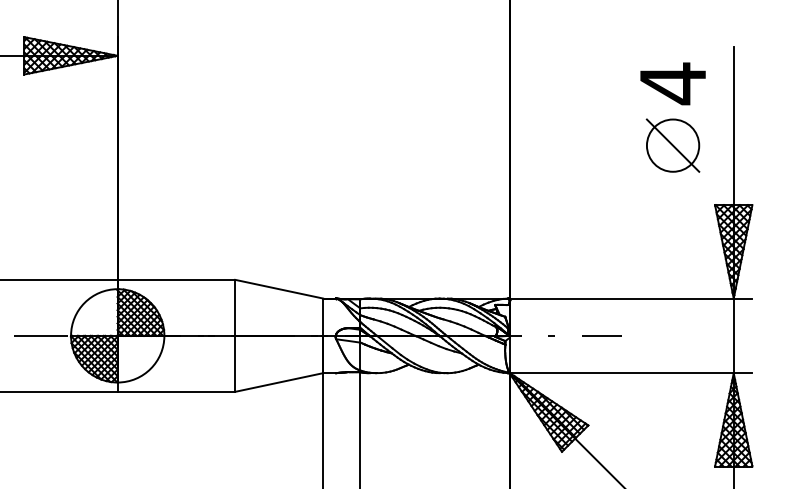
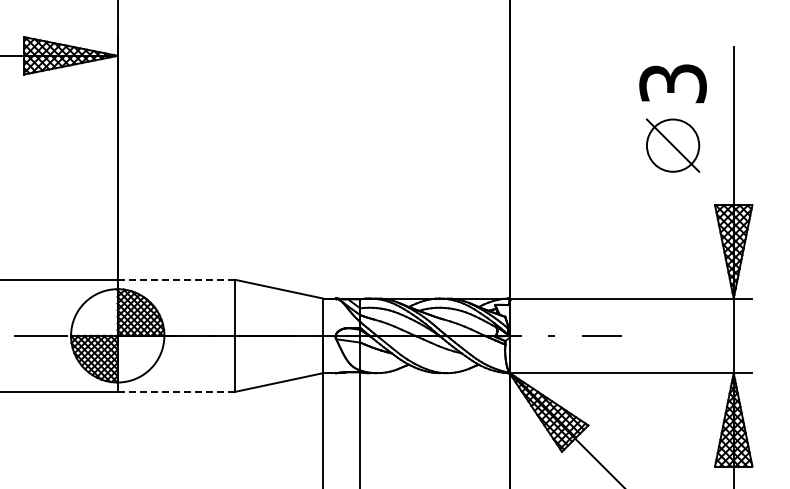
text at (672, 83): 4 -> 3
line at (176, 279): solid -> dashed
line at (176, 391): solid -> dashed
